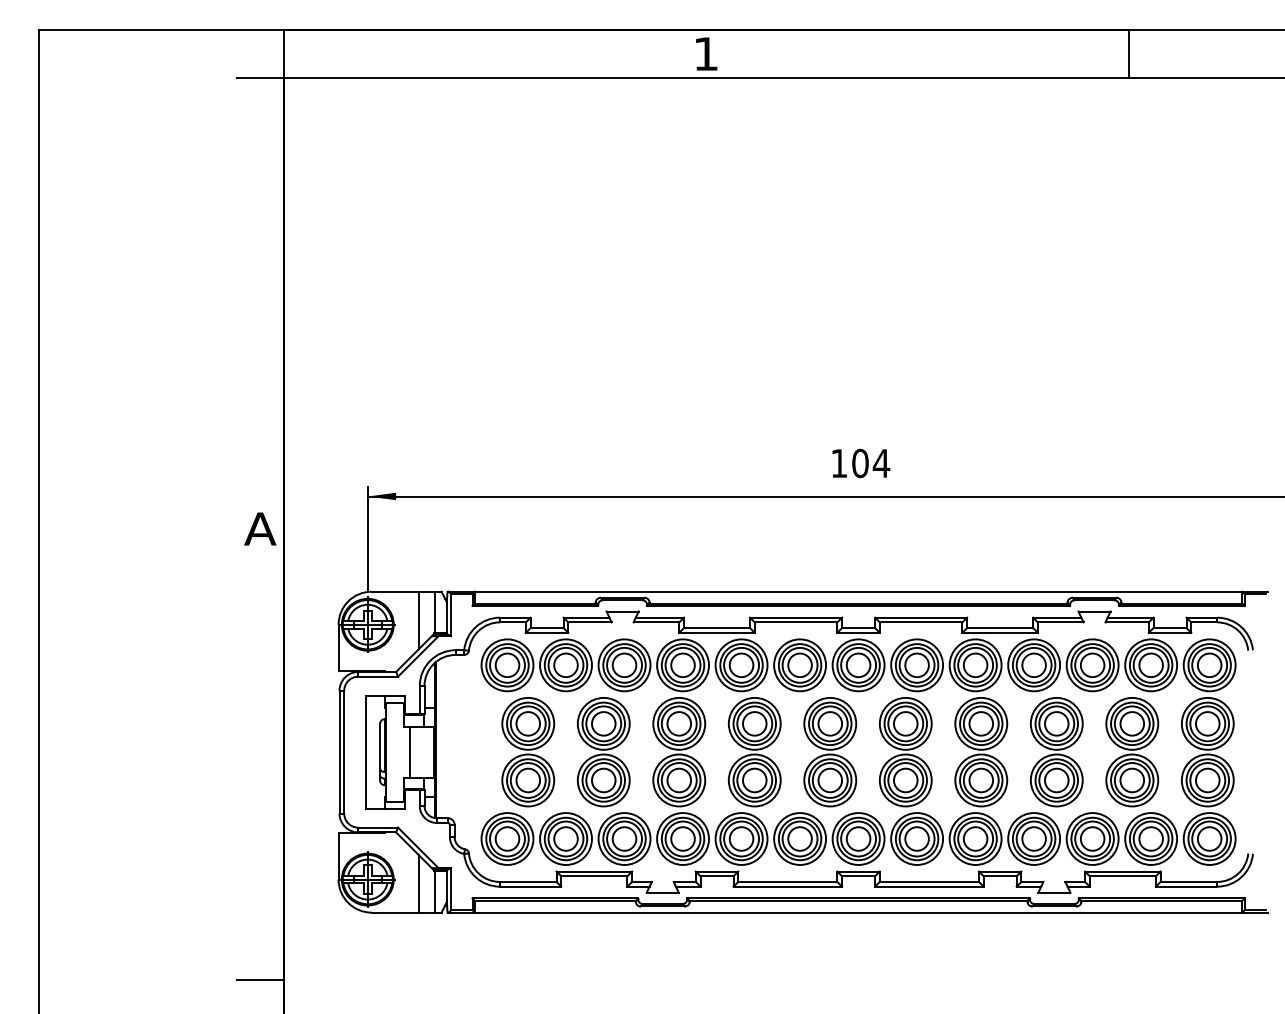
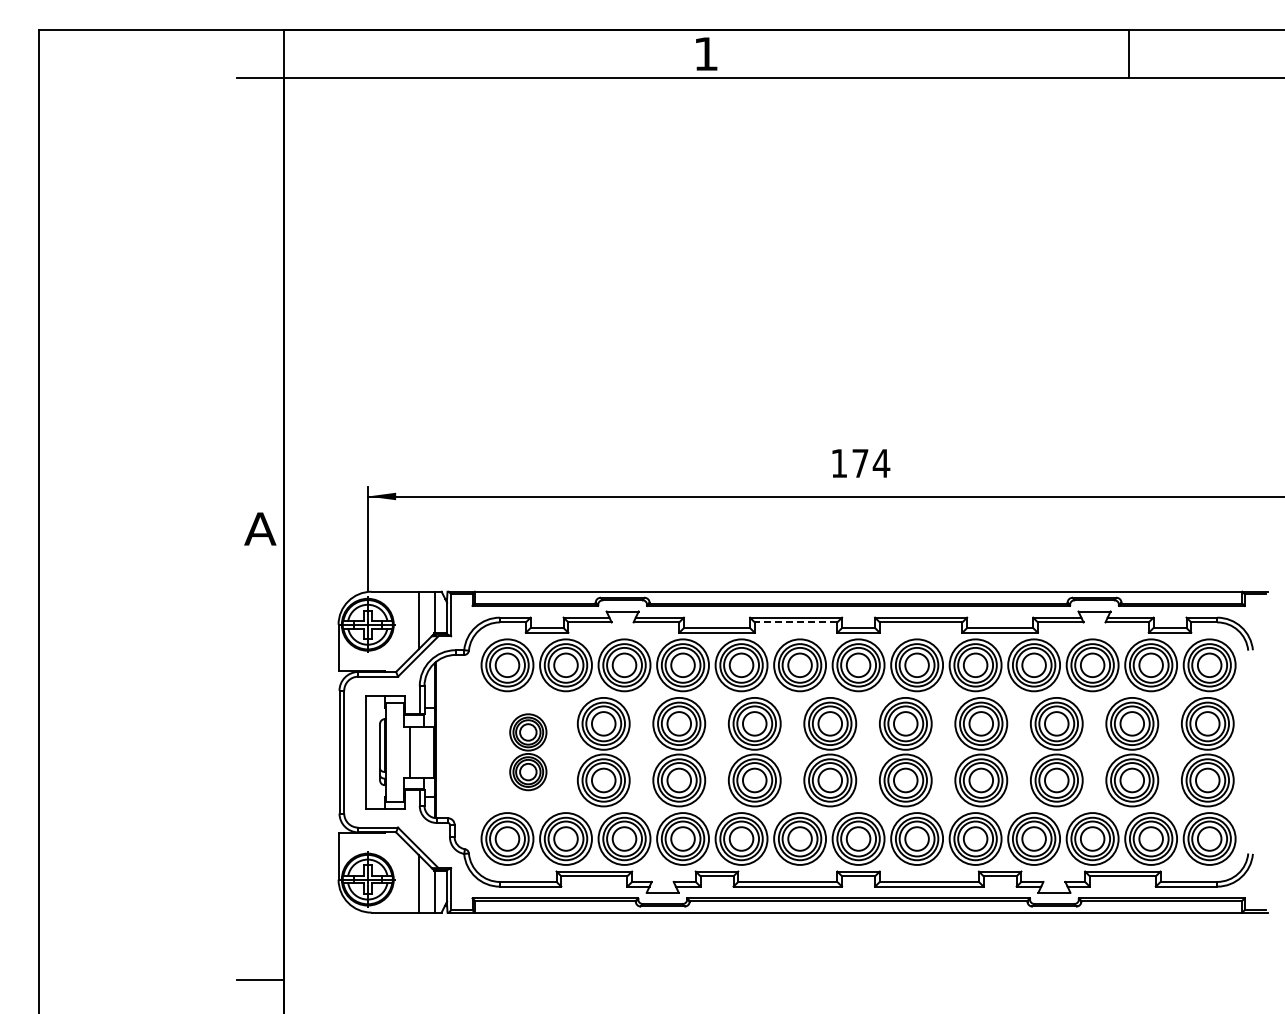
text at (860, 463): 104 -> 174
line at (795, 622): solid -> dashed
part at (528, 752) size: 55x111 px -> 39x79 px
